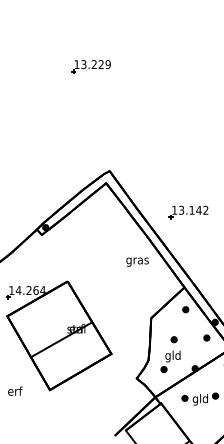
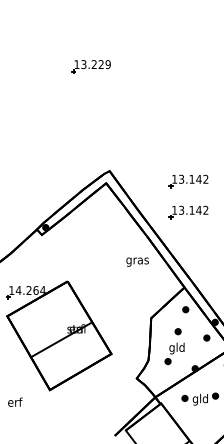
part at (188, 181): none -> present
part at (170, 354) position: (170, 354) -> (174, 346)
text at (15, 390) position: (15, 390) -> (15, 401)
